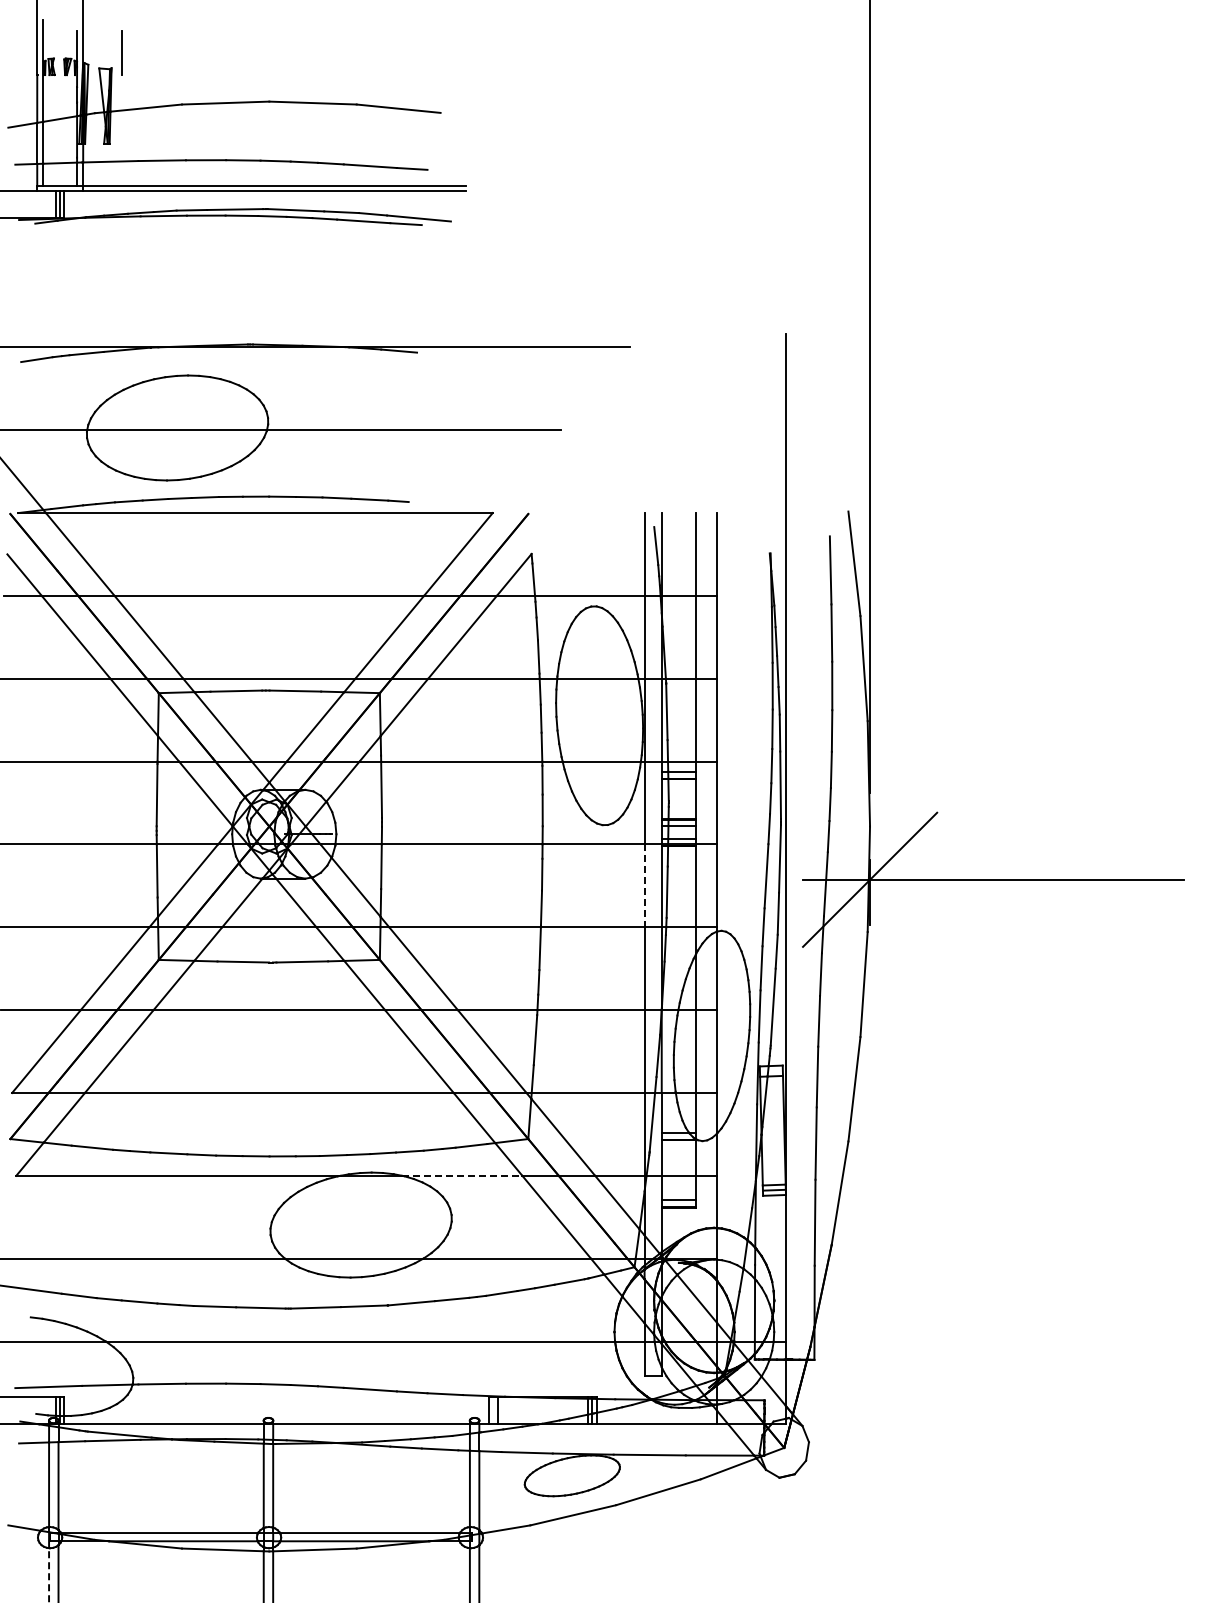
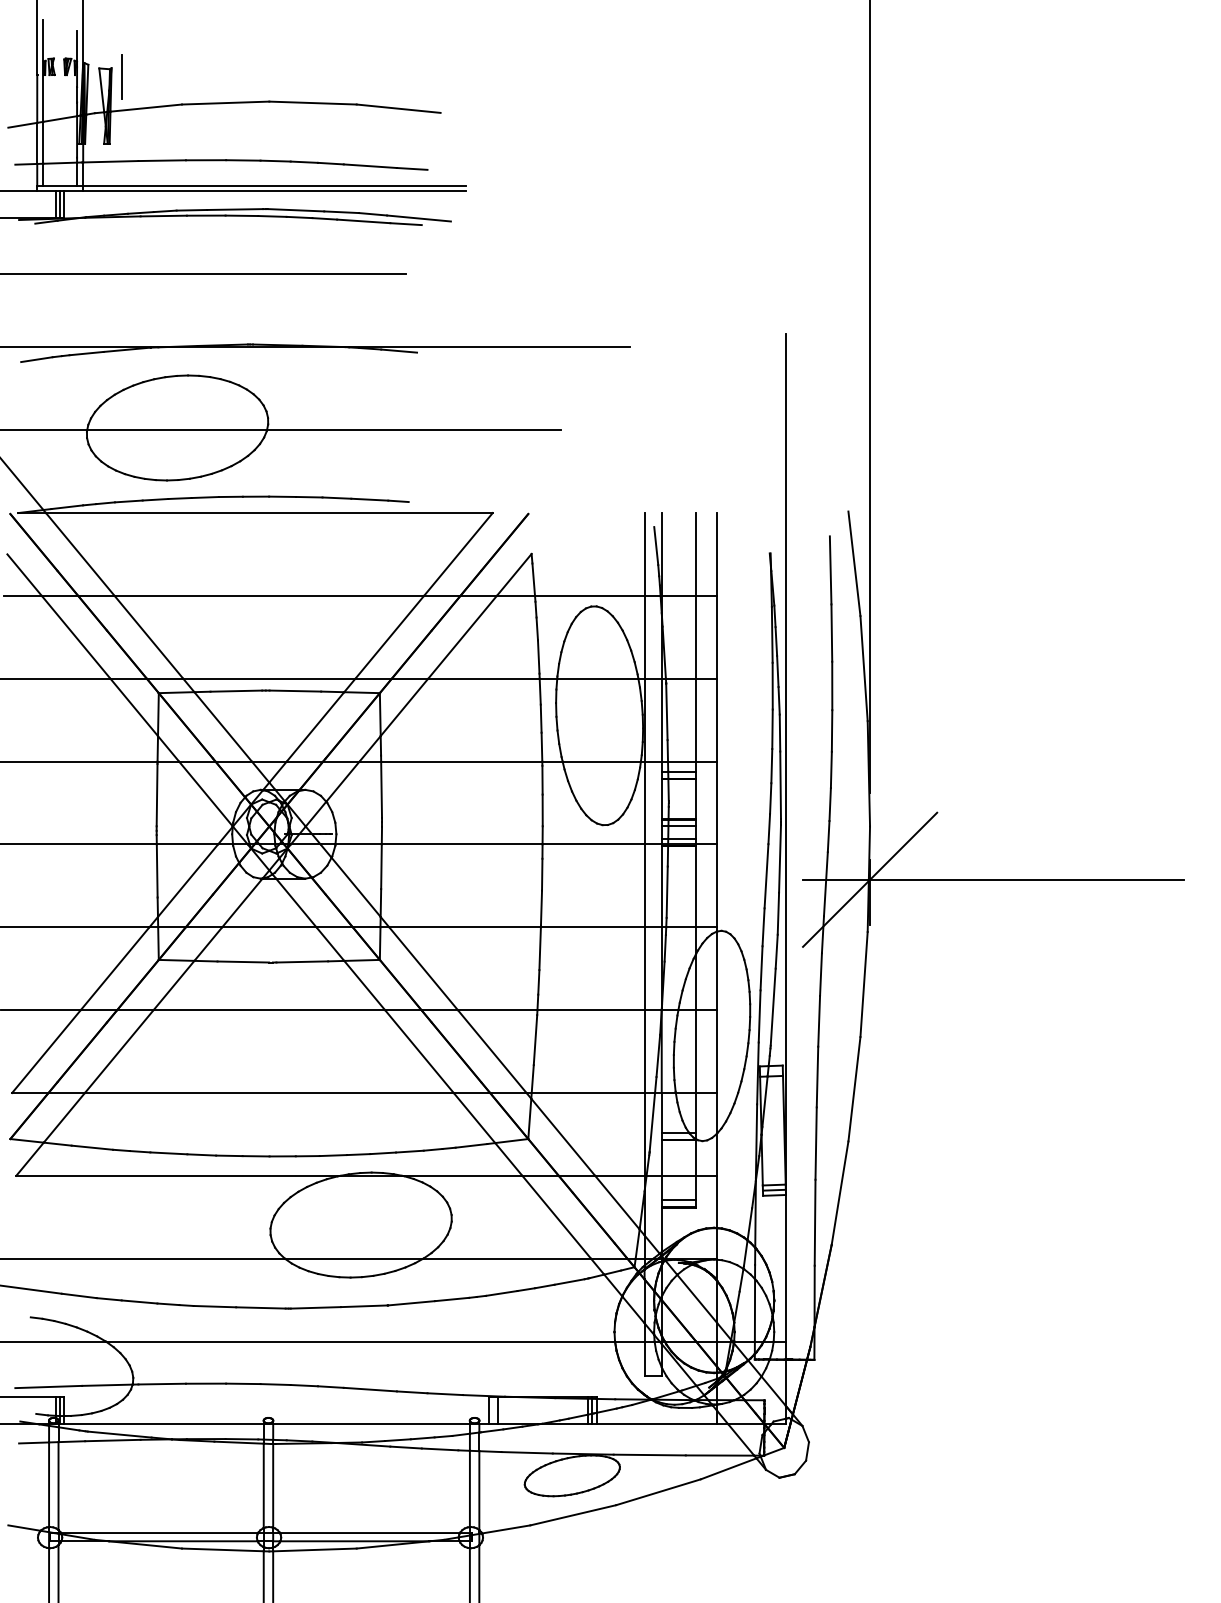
line at (121, 52) position: (121, 52) -> (121, 76)
line at (203, 273): none -> present
line at (644, 886): dashed -> solid
line at (462, 1175): dashed -> solid
line at (49, 1574): dashed -> solid
